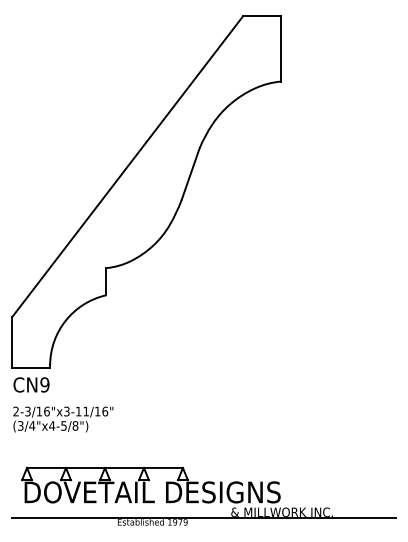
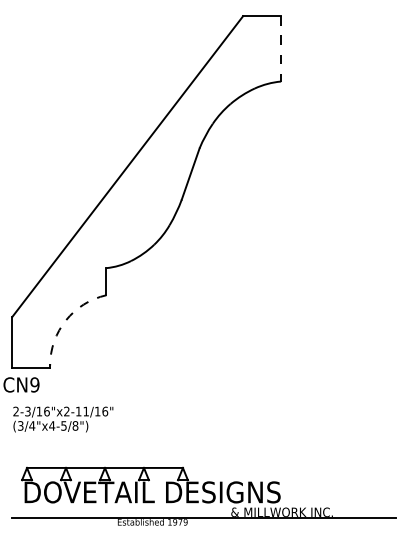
line at (281, 48): solid -> dashed
arc at (65, 320): solid -> dashed
text at (31, 384) position: (31, 384) -> (21, 384)
text at (66, 411): 2-3/16"x3-11/16" -> 2-3/16"x2-11/16"
